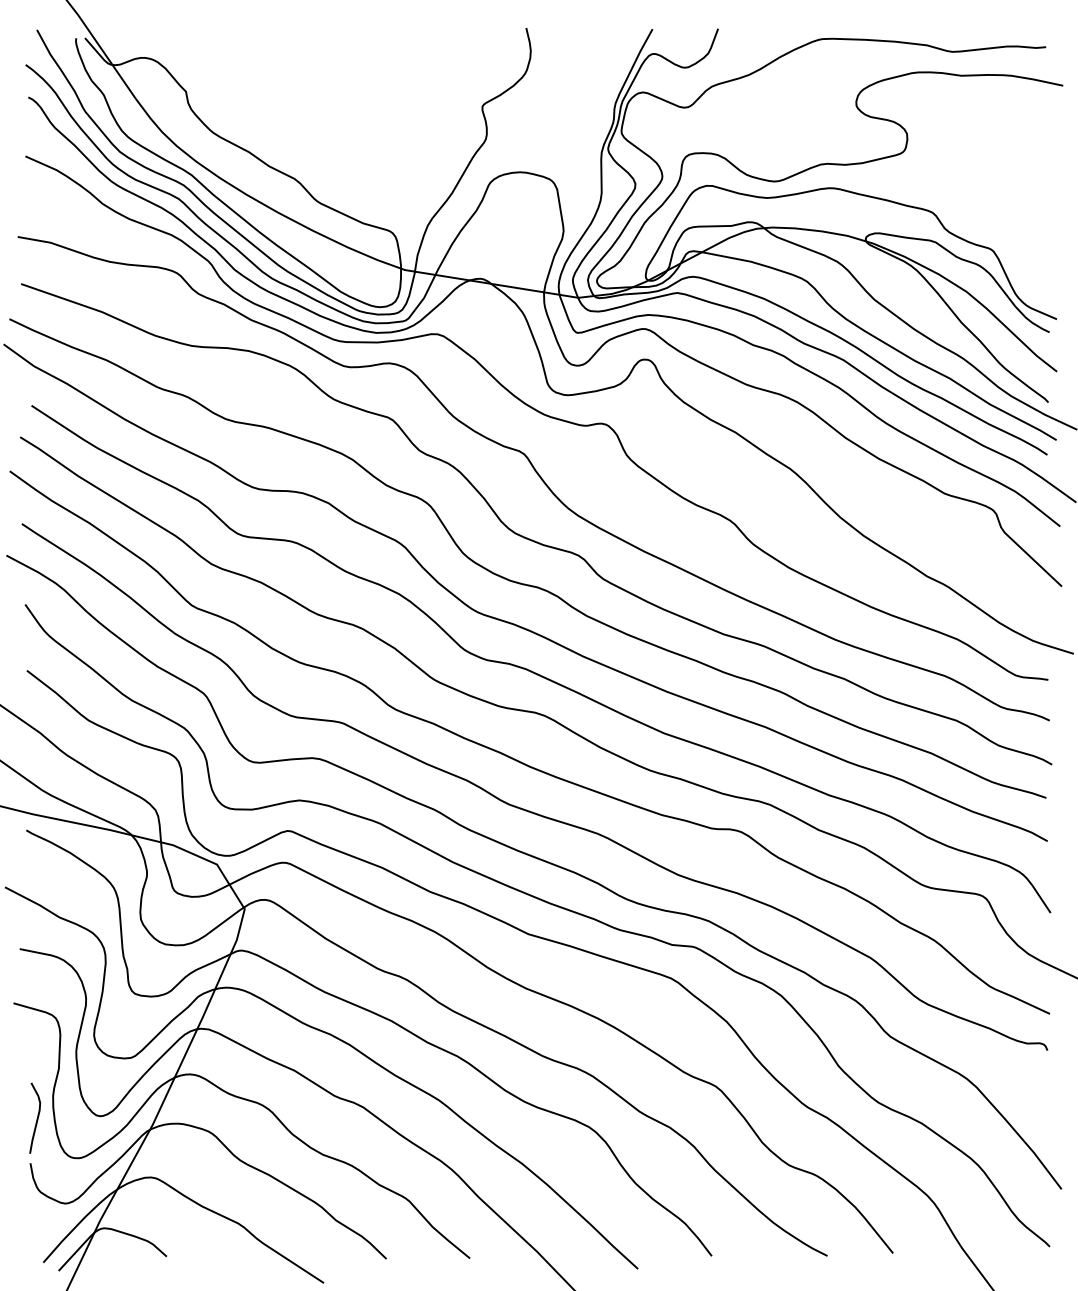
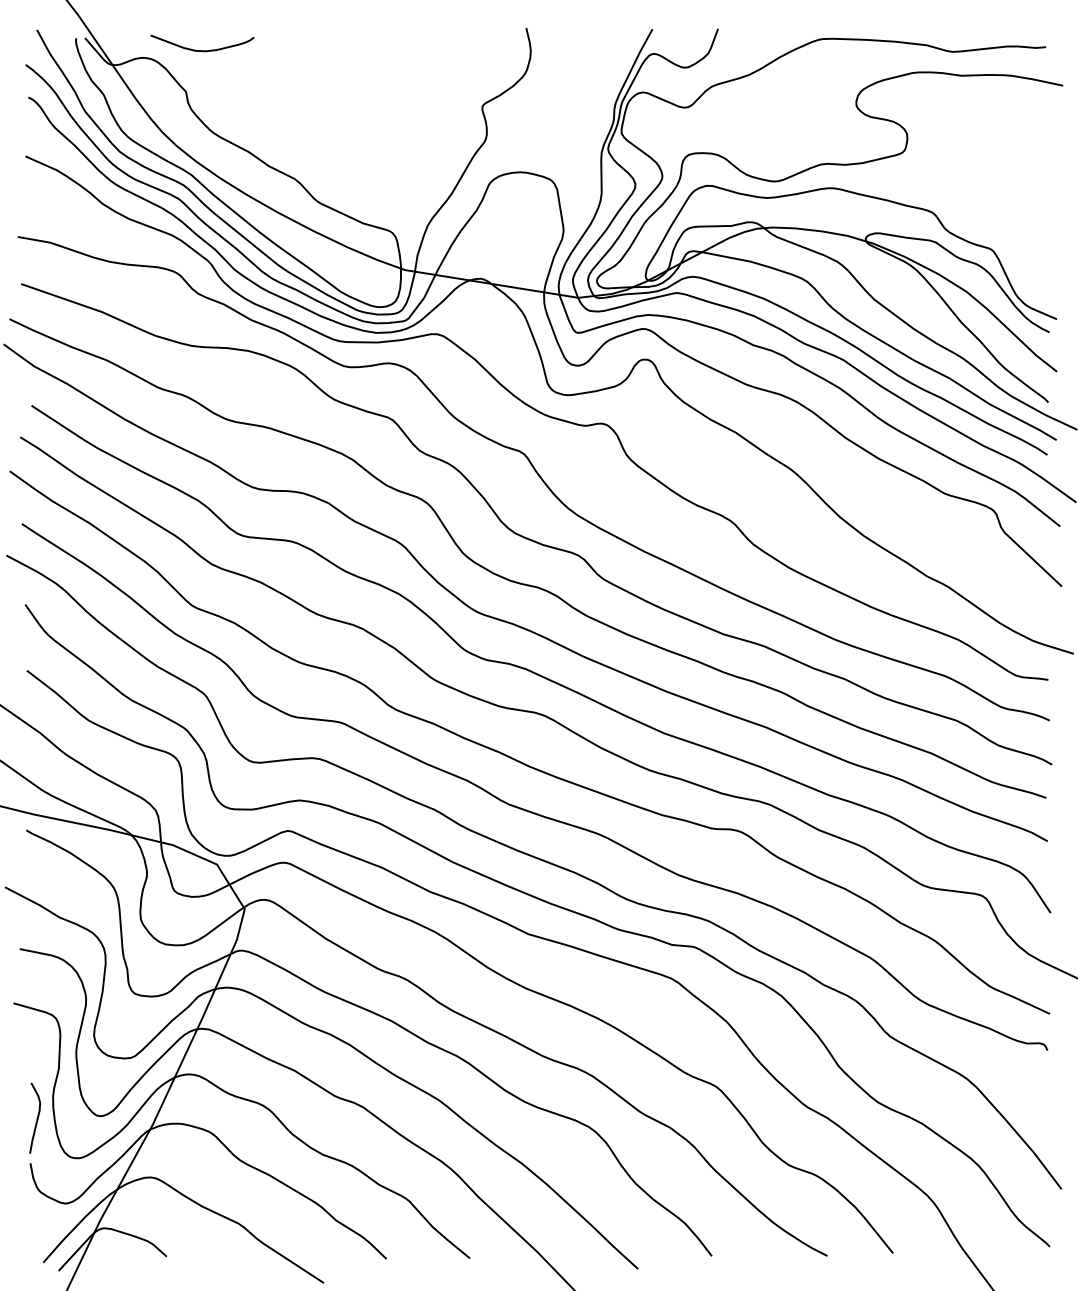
curve at (202, 50): none -> present
